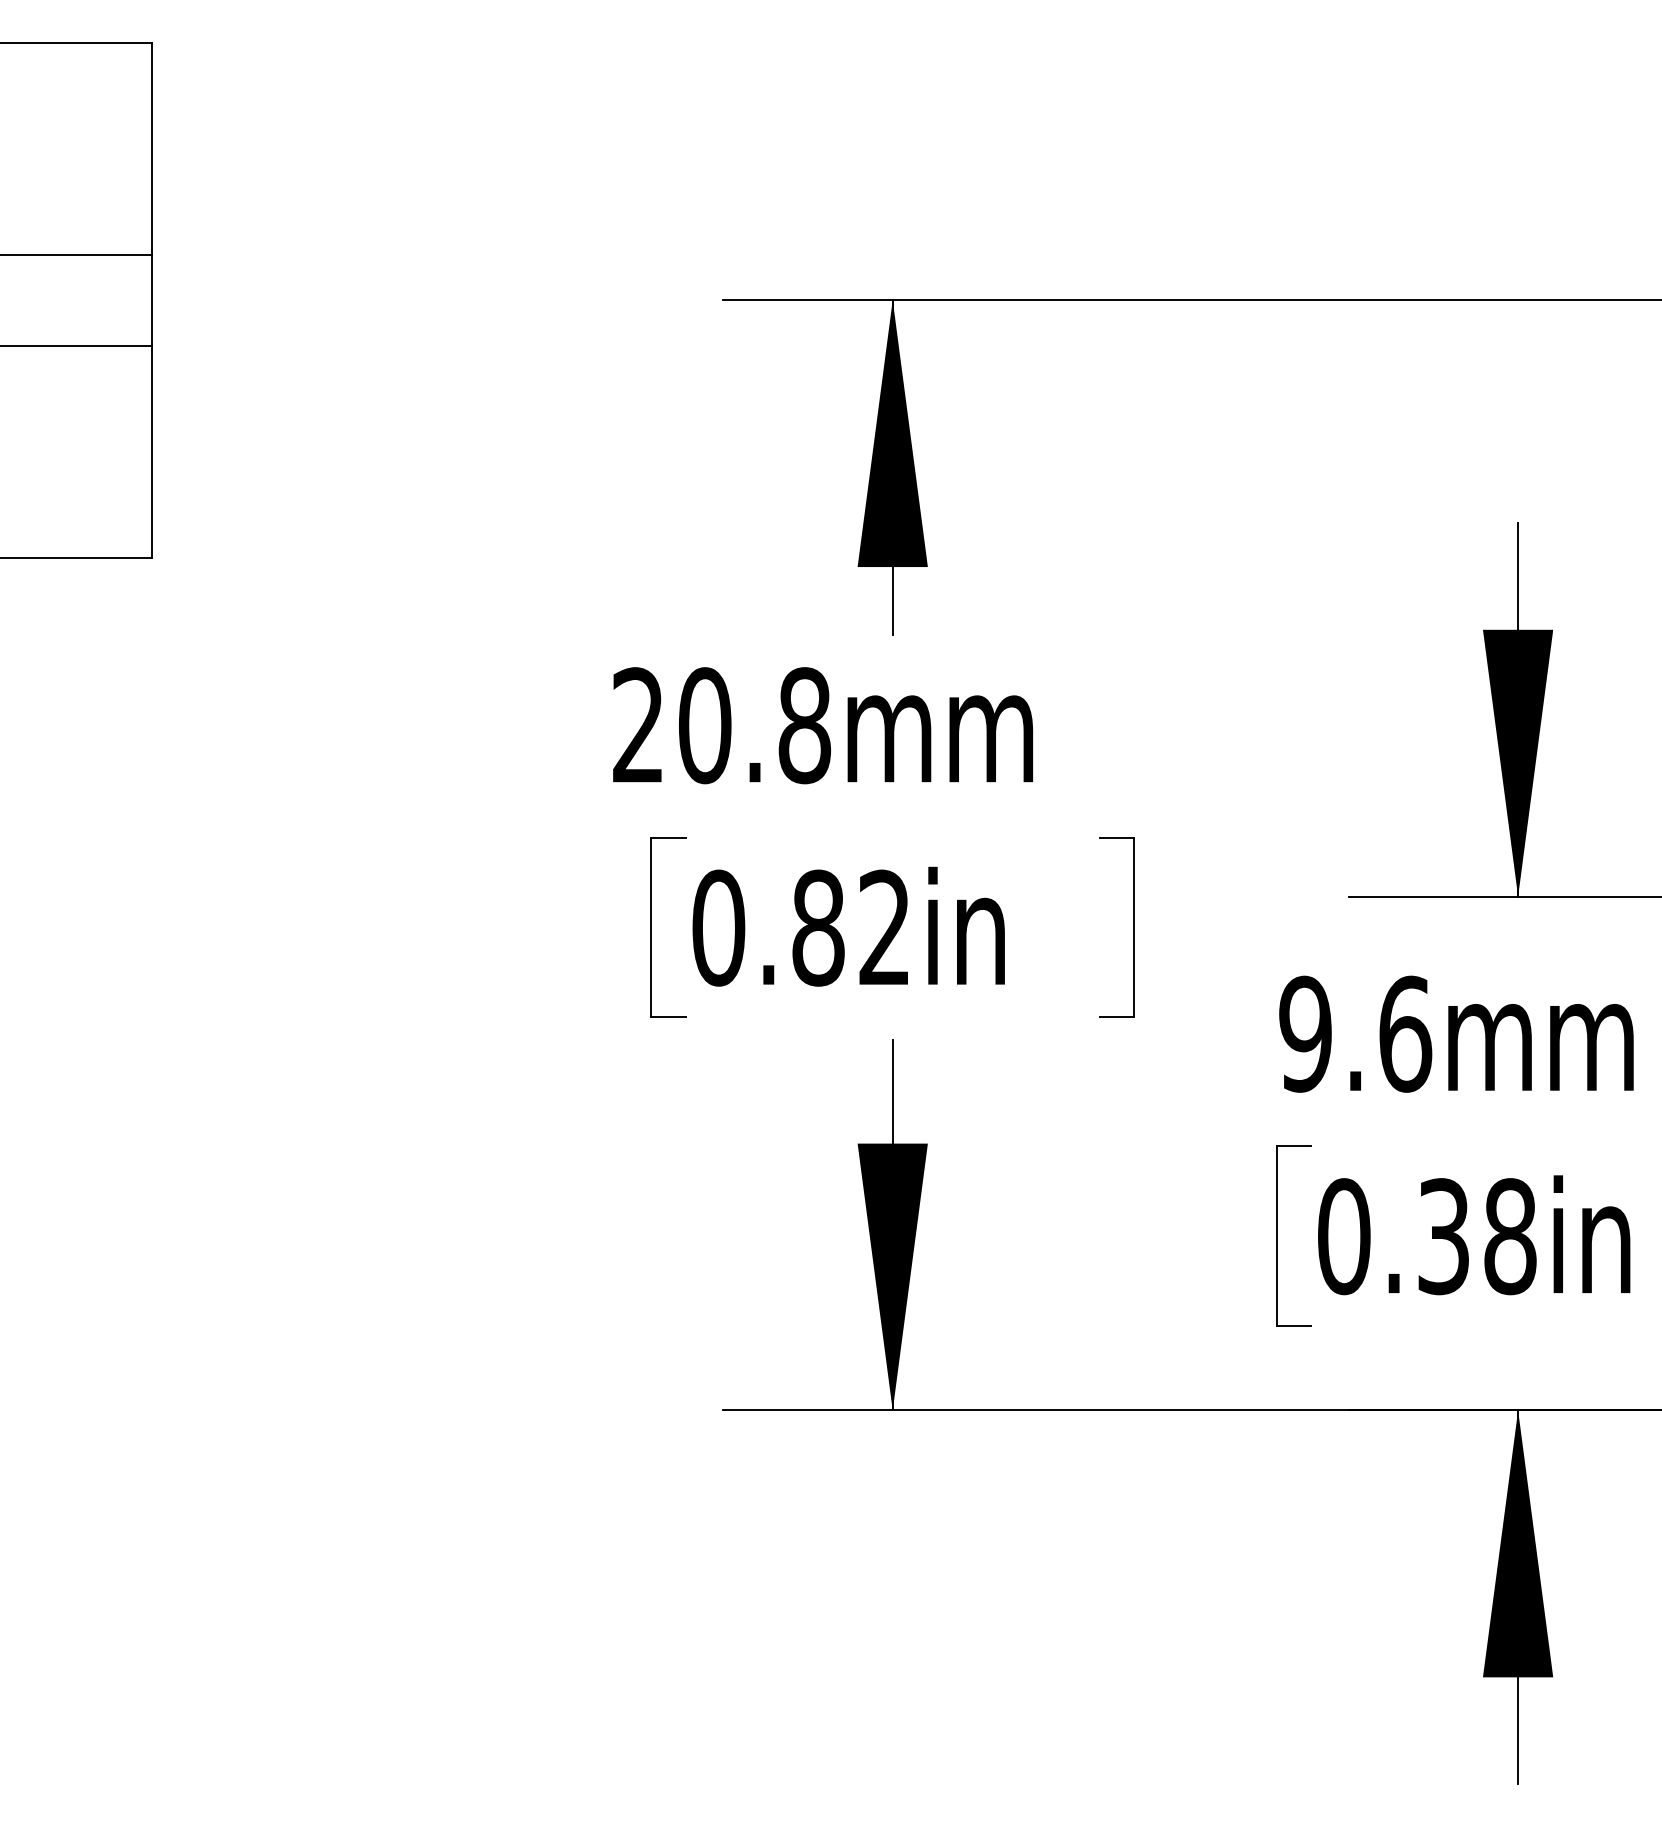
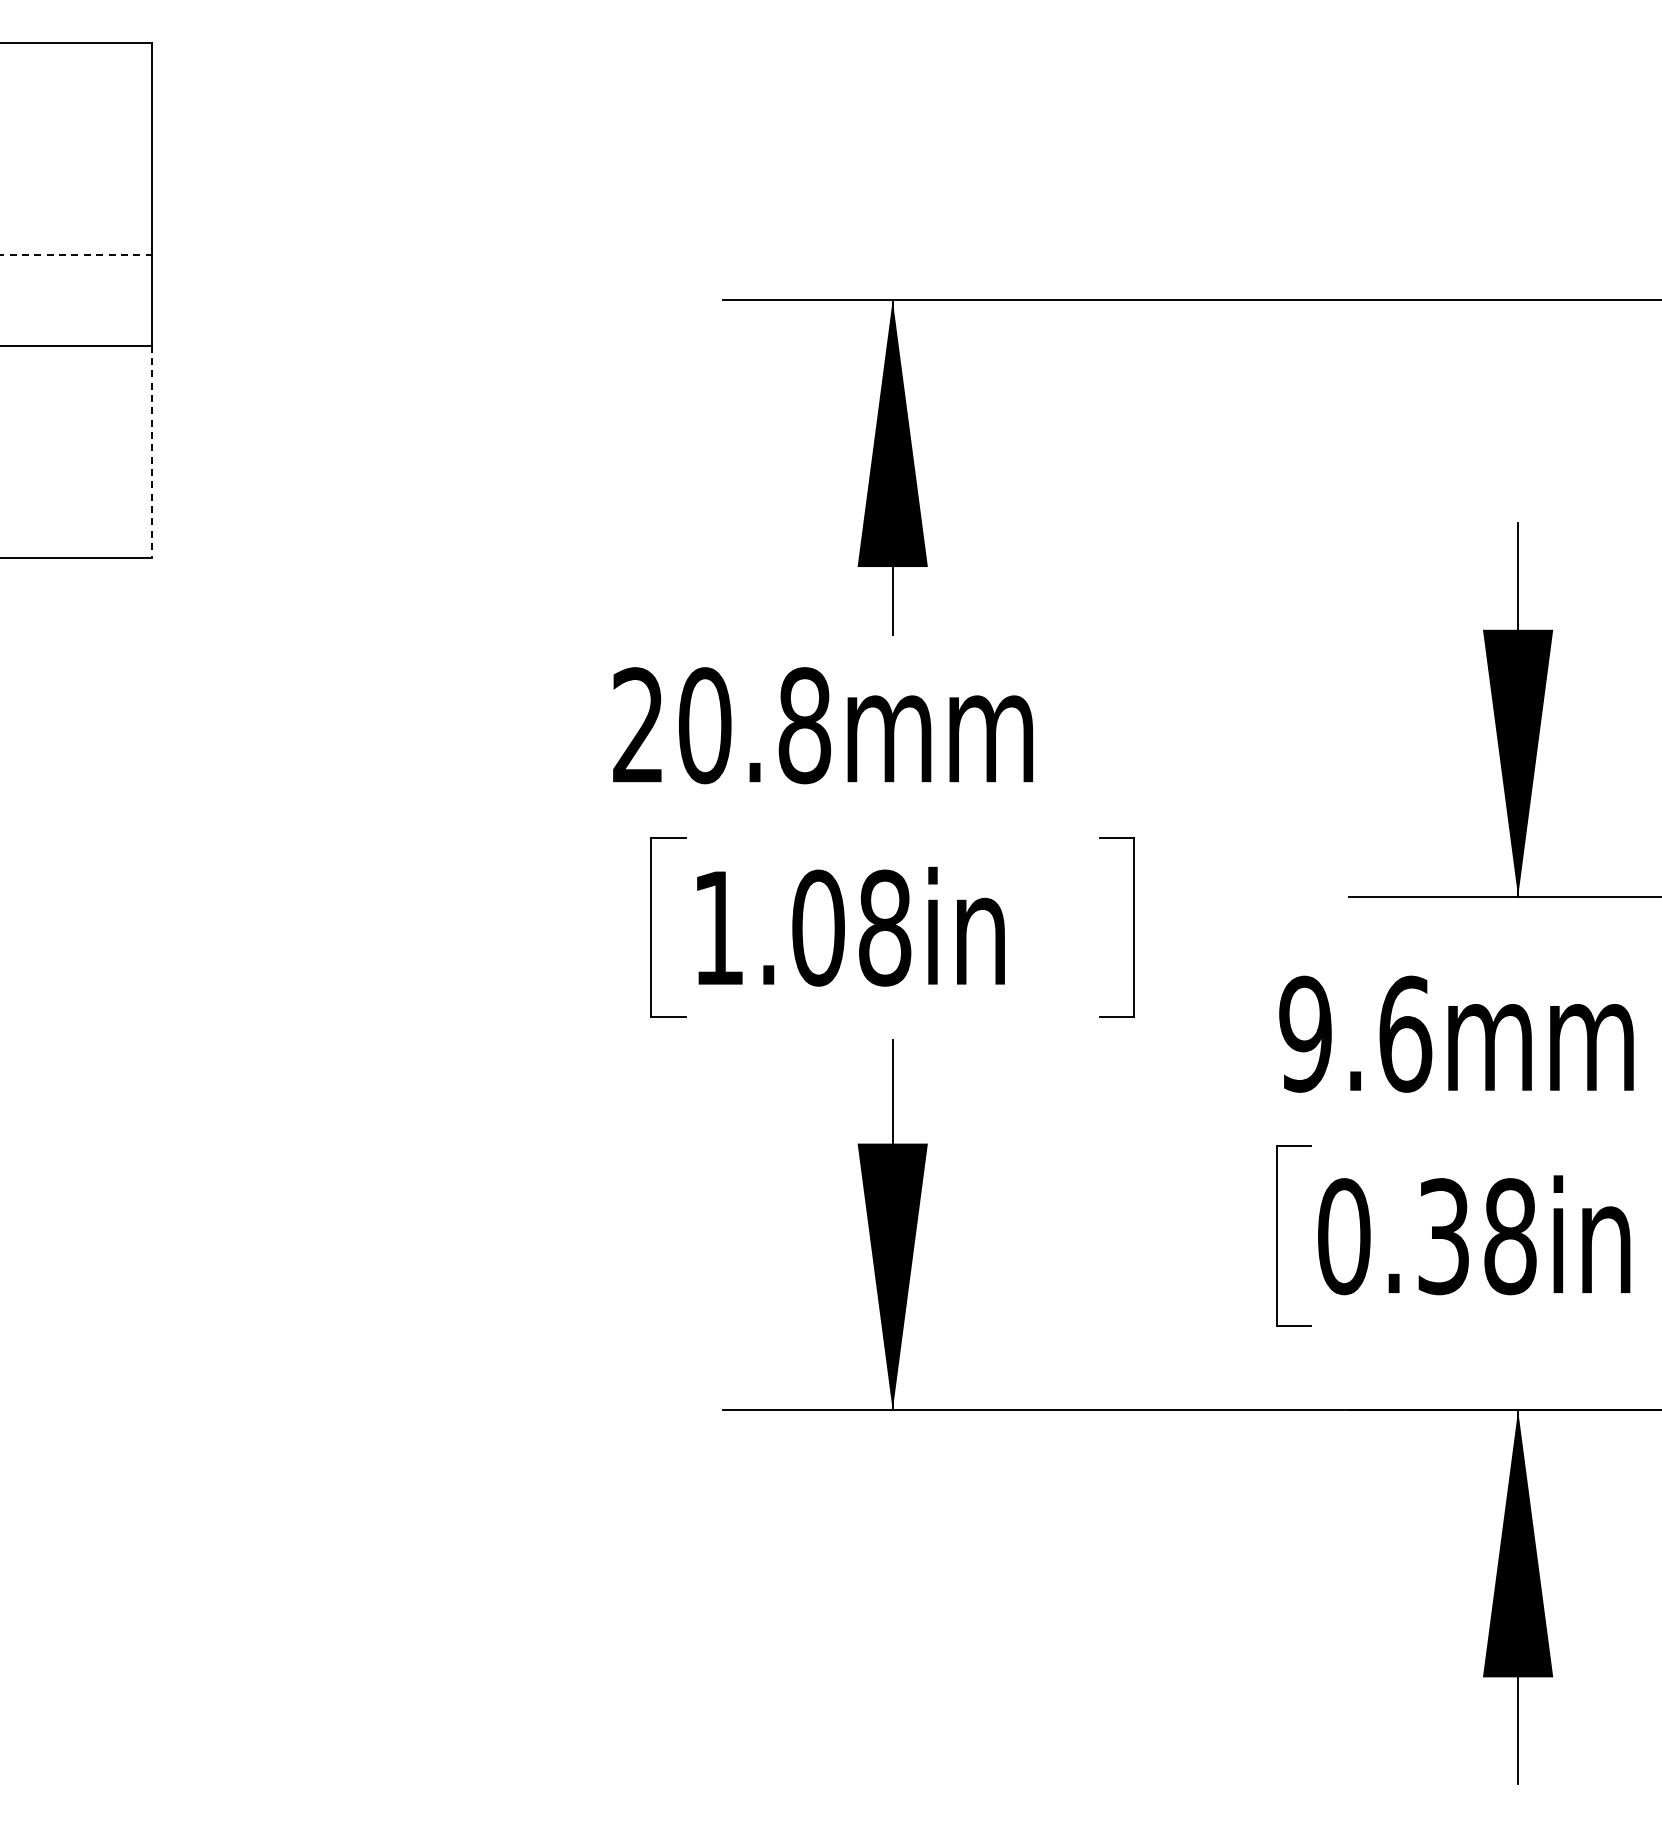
line at (76, 254): solid -> dashed
line at (151, 452): solid -> dashed
text at (801, 927): 0.82in -> 1.08in
